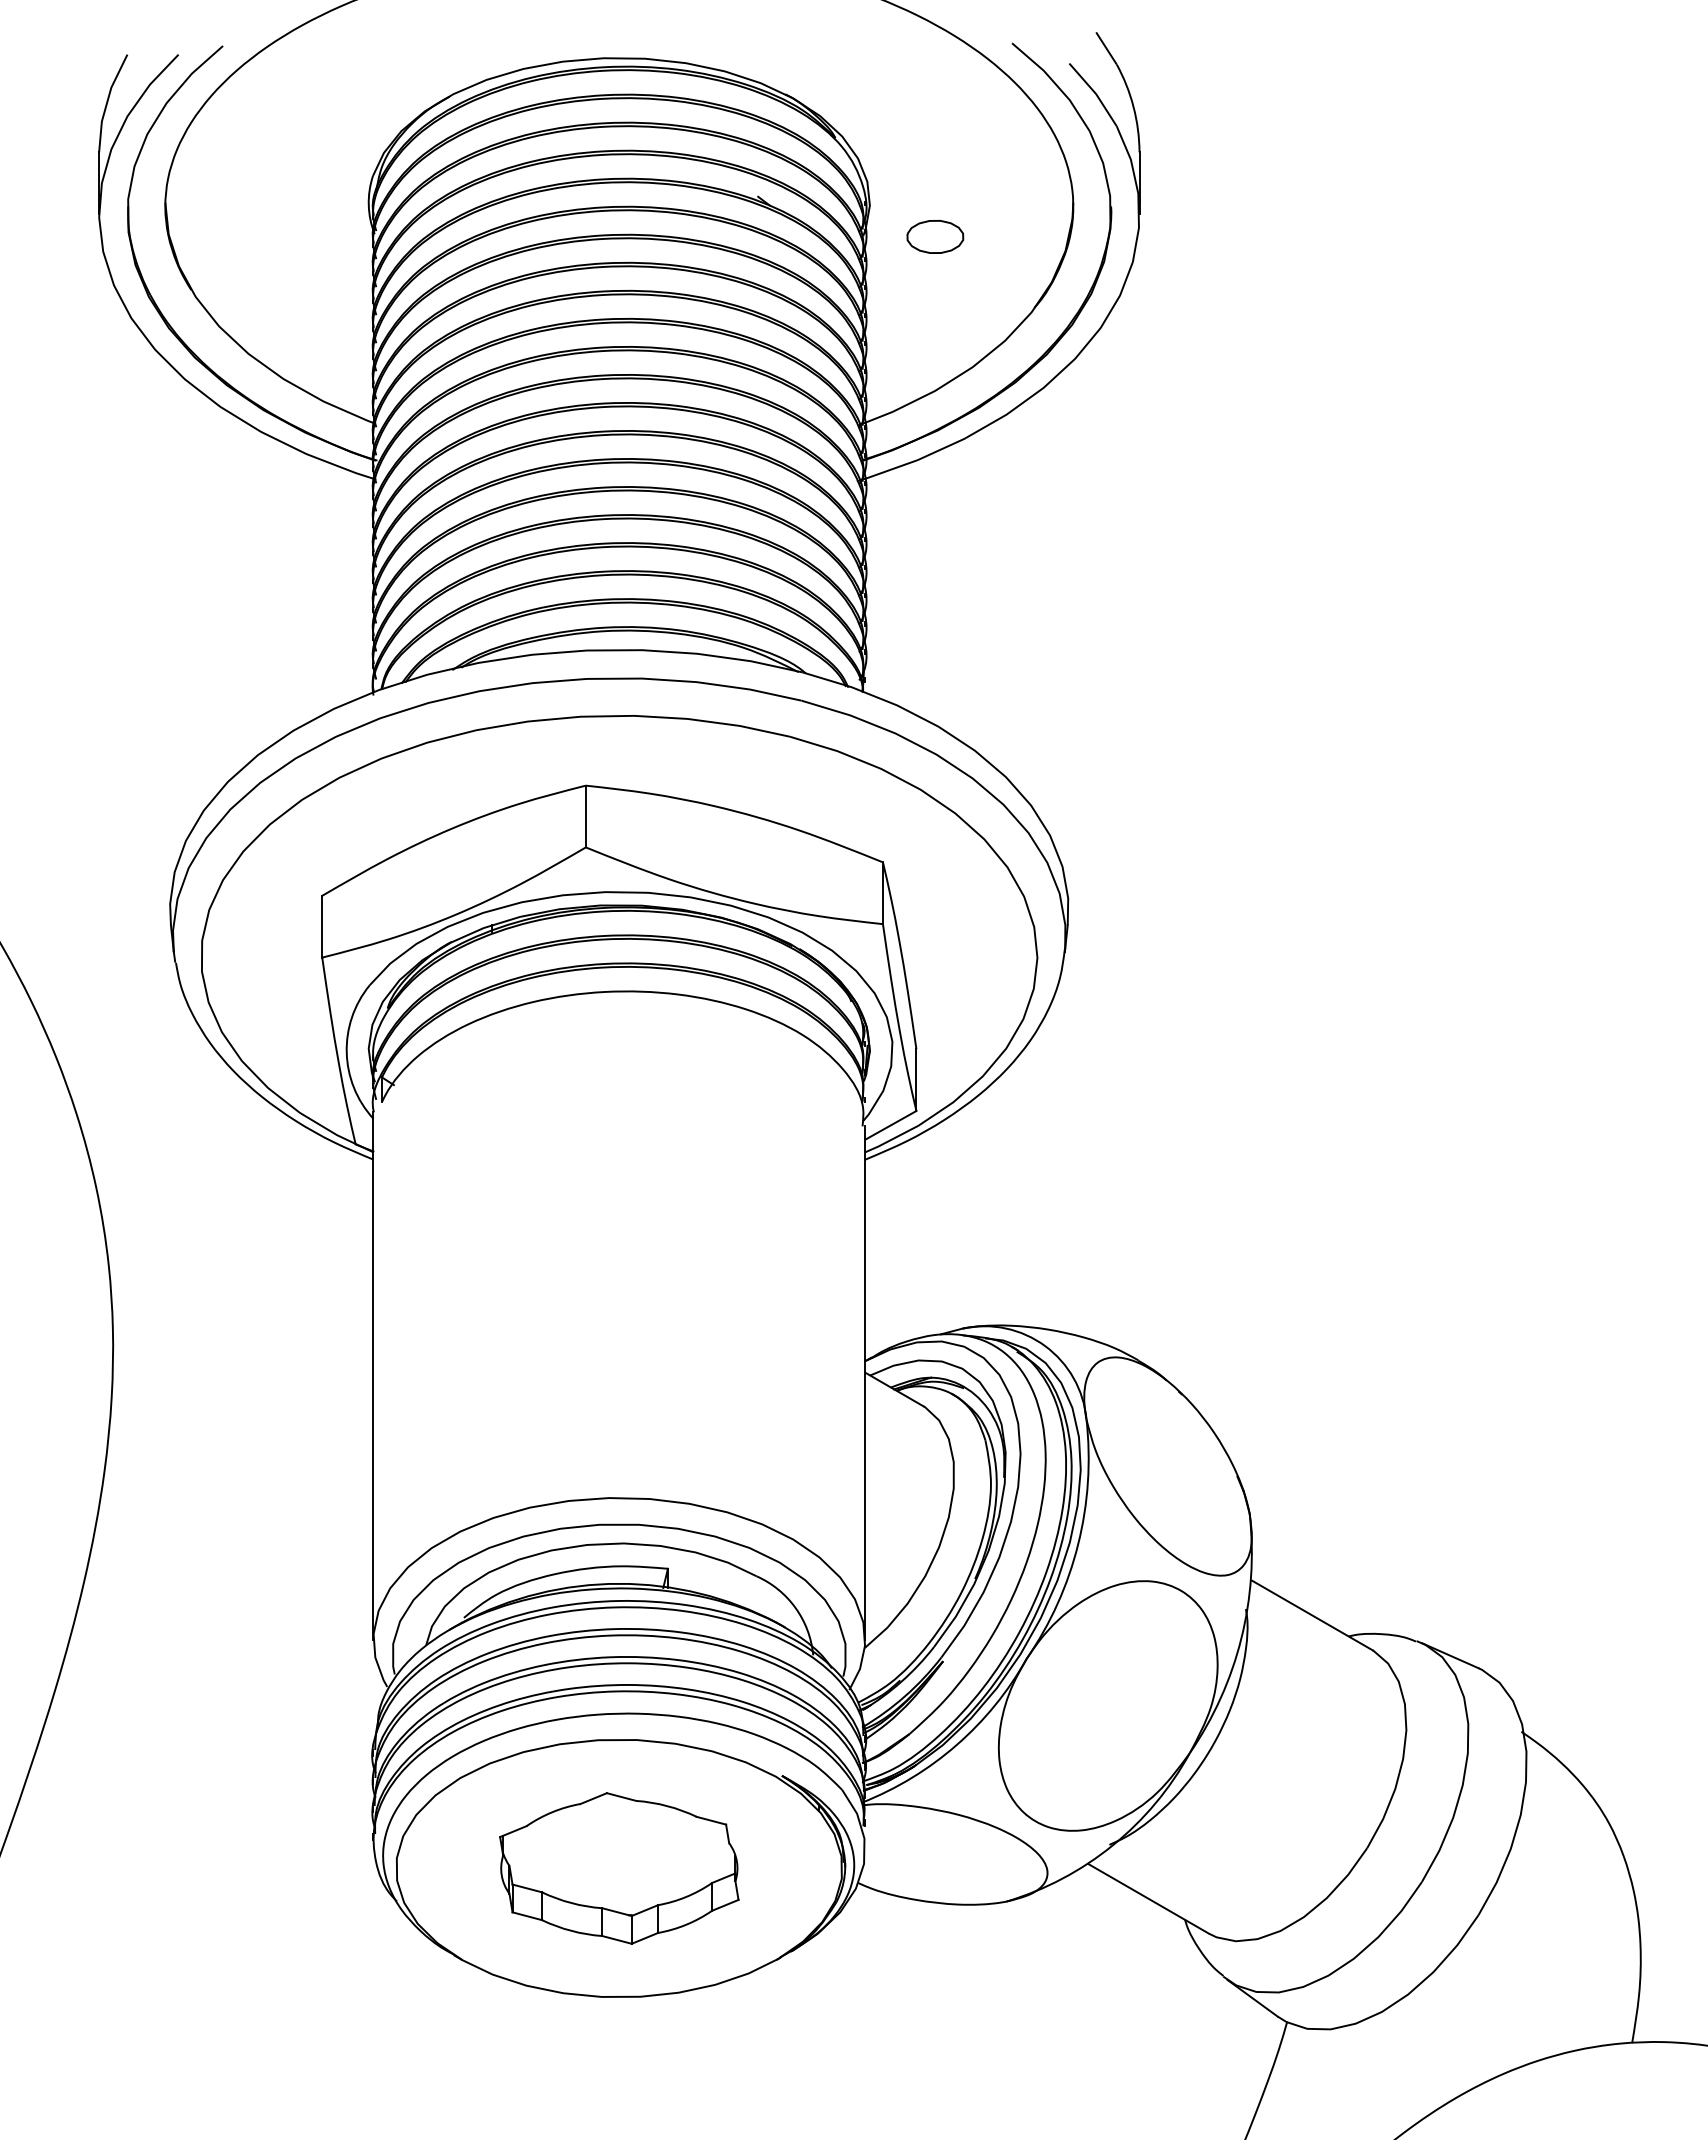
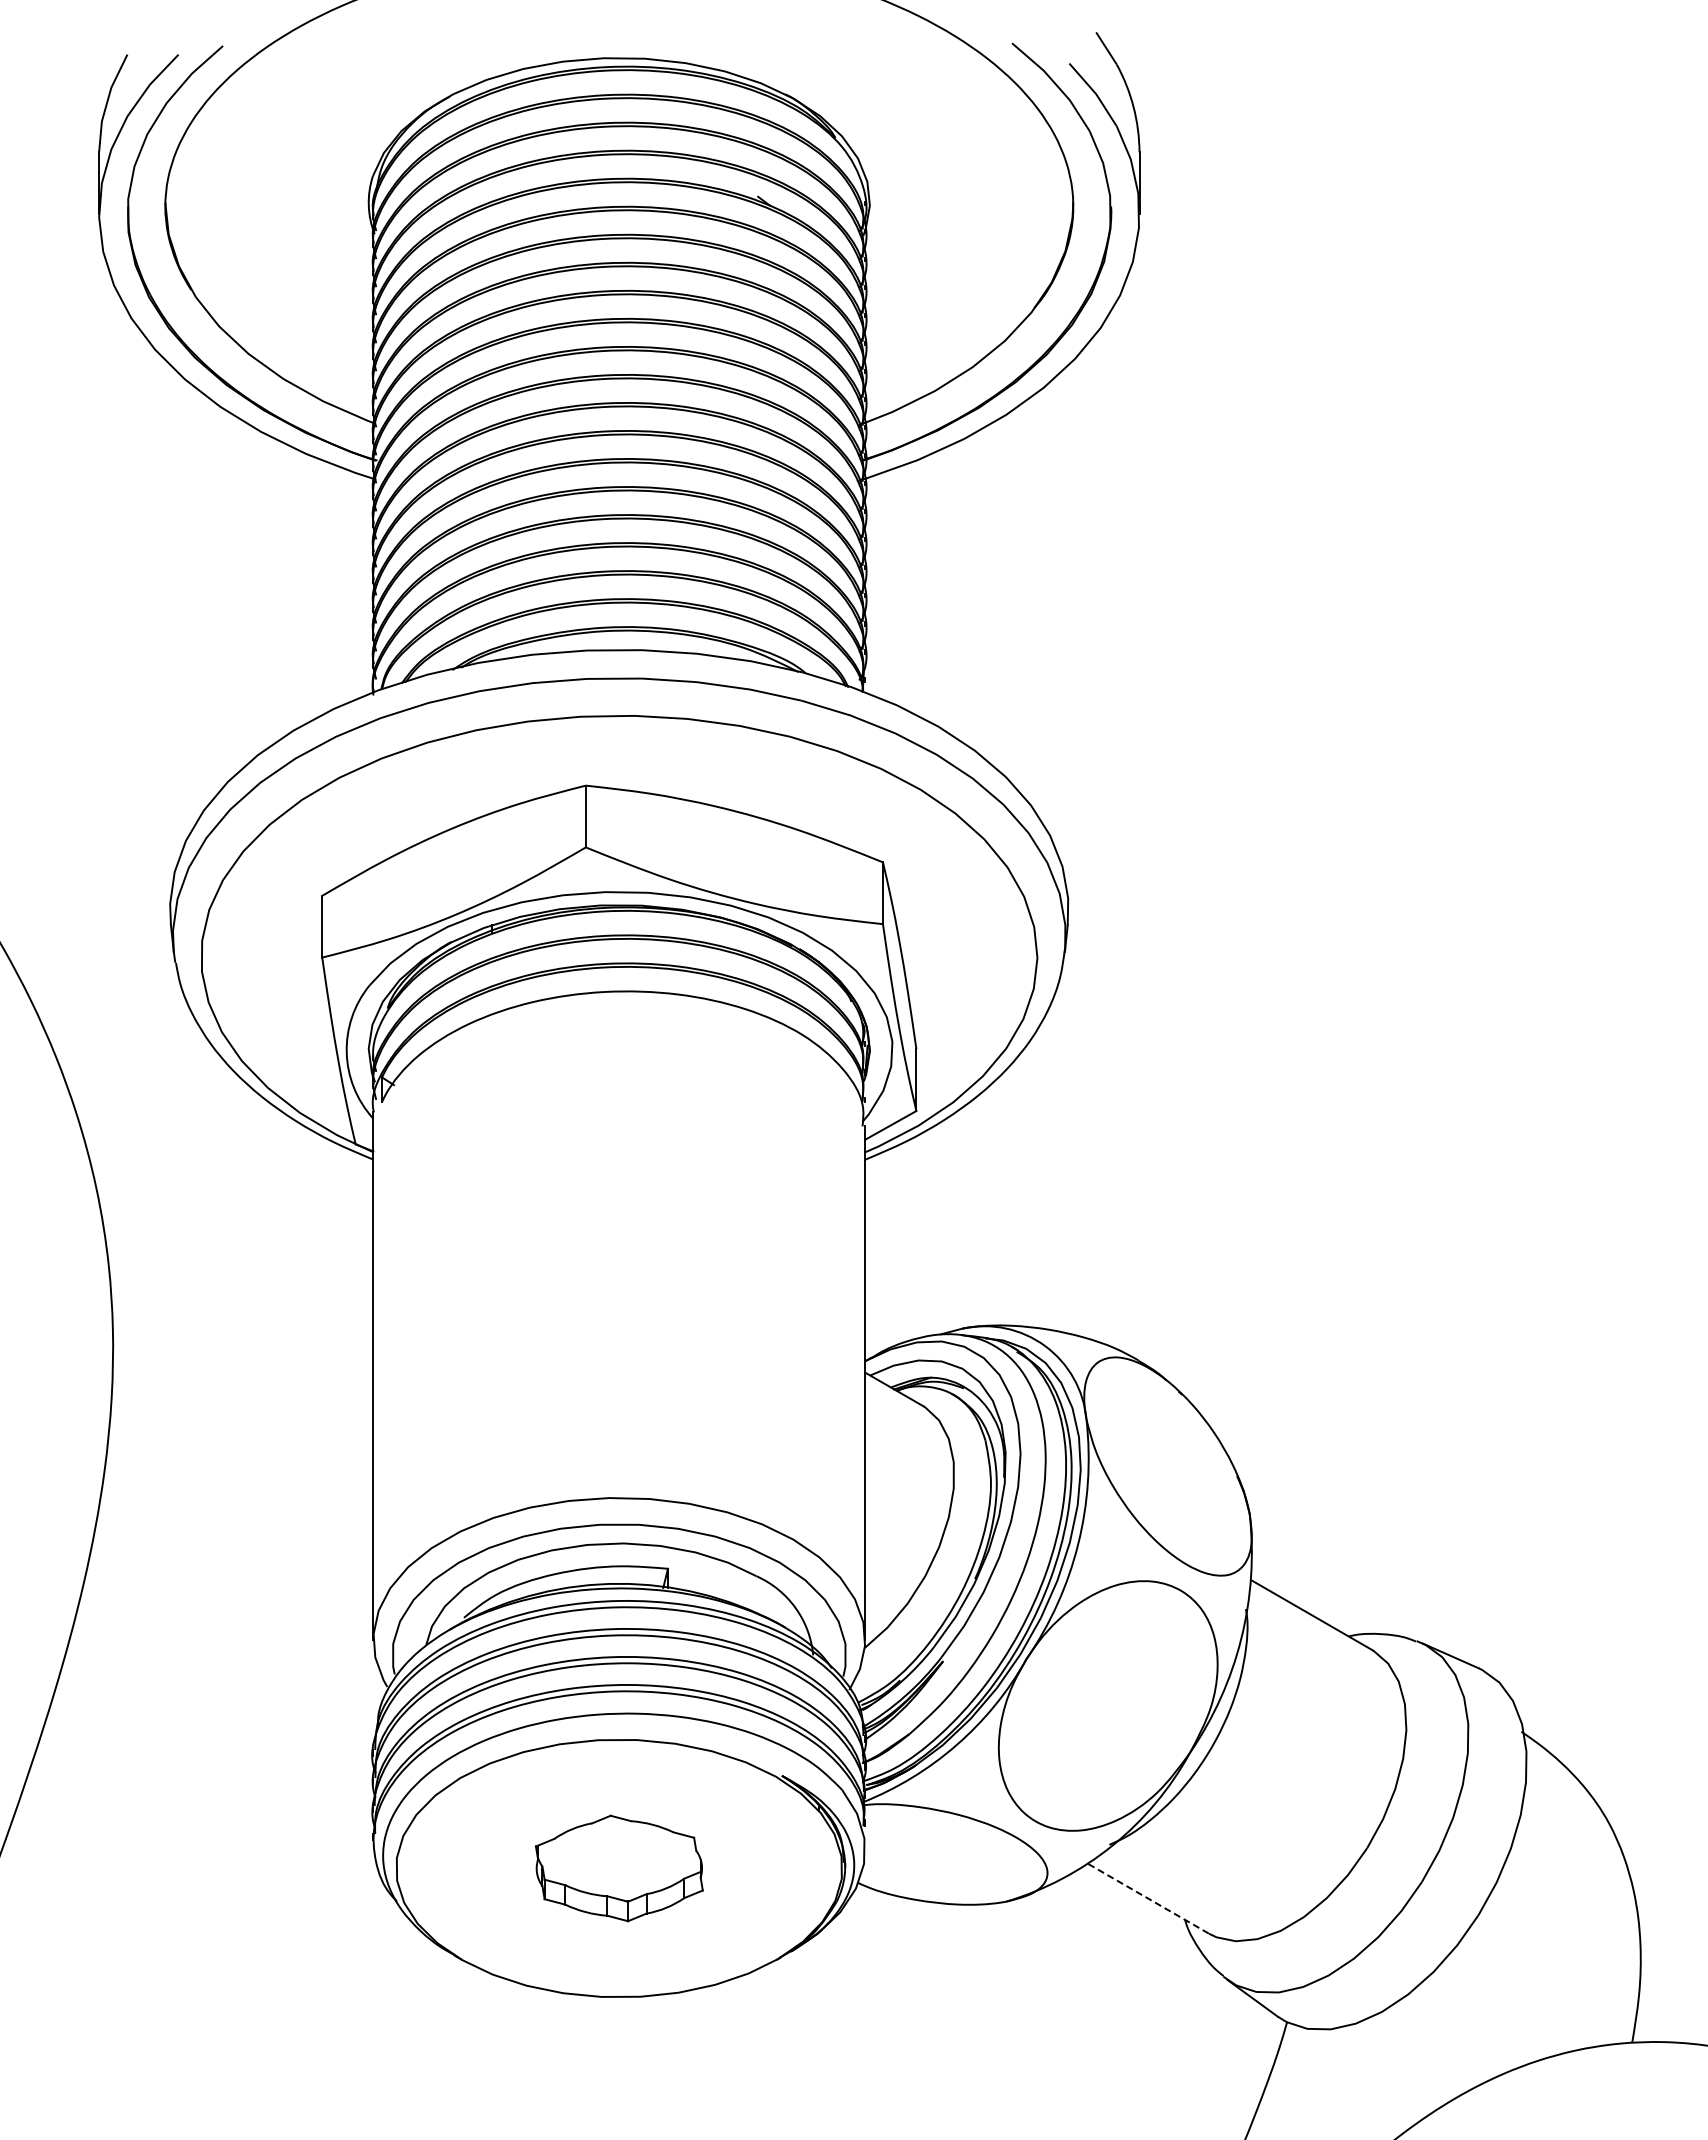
part at (935, 236): present -> none
part at (619, 1868) size: 241x153 px -> 170x109 px
line at (1148, 1898): solid -> dashed
